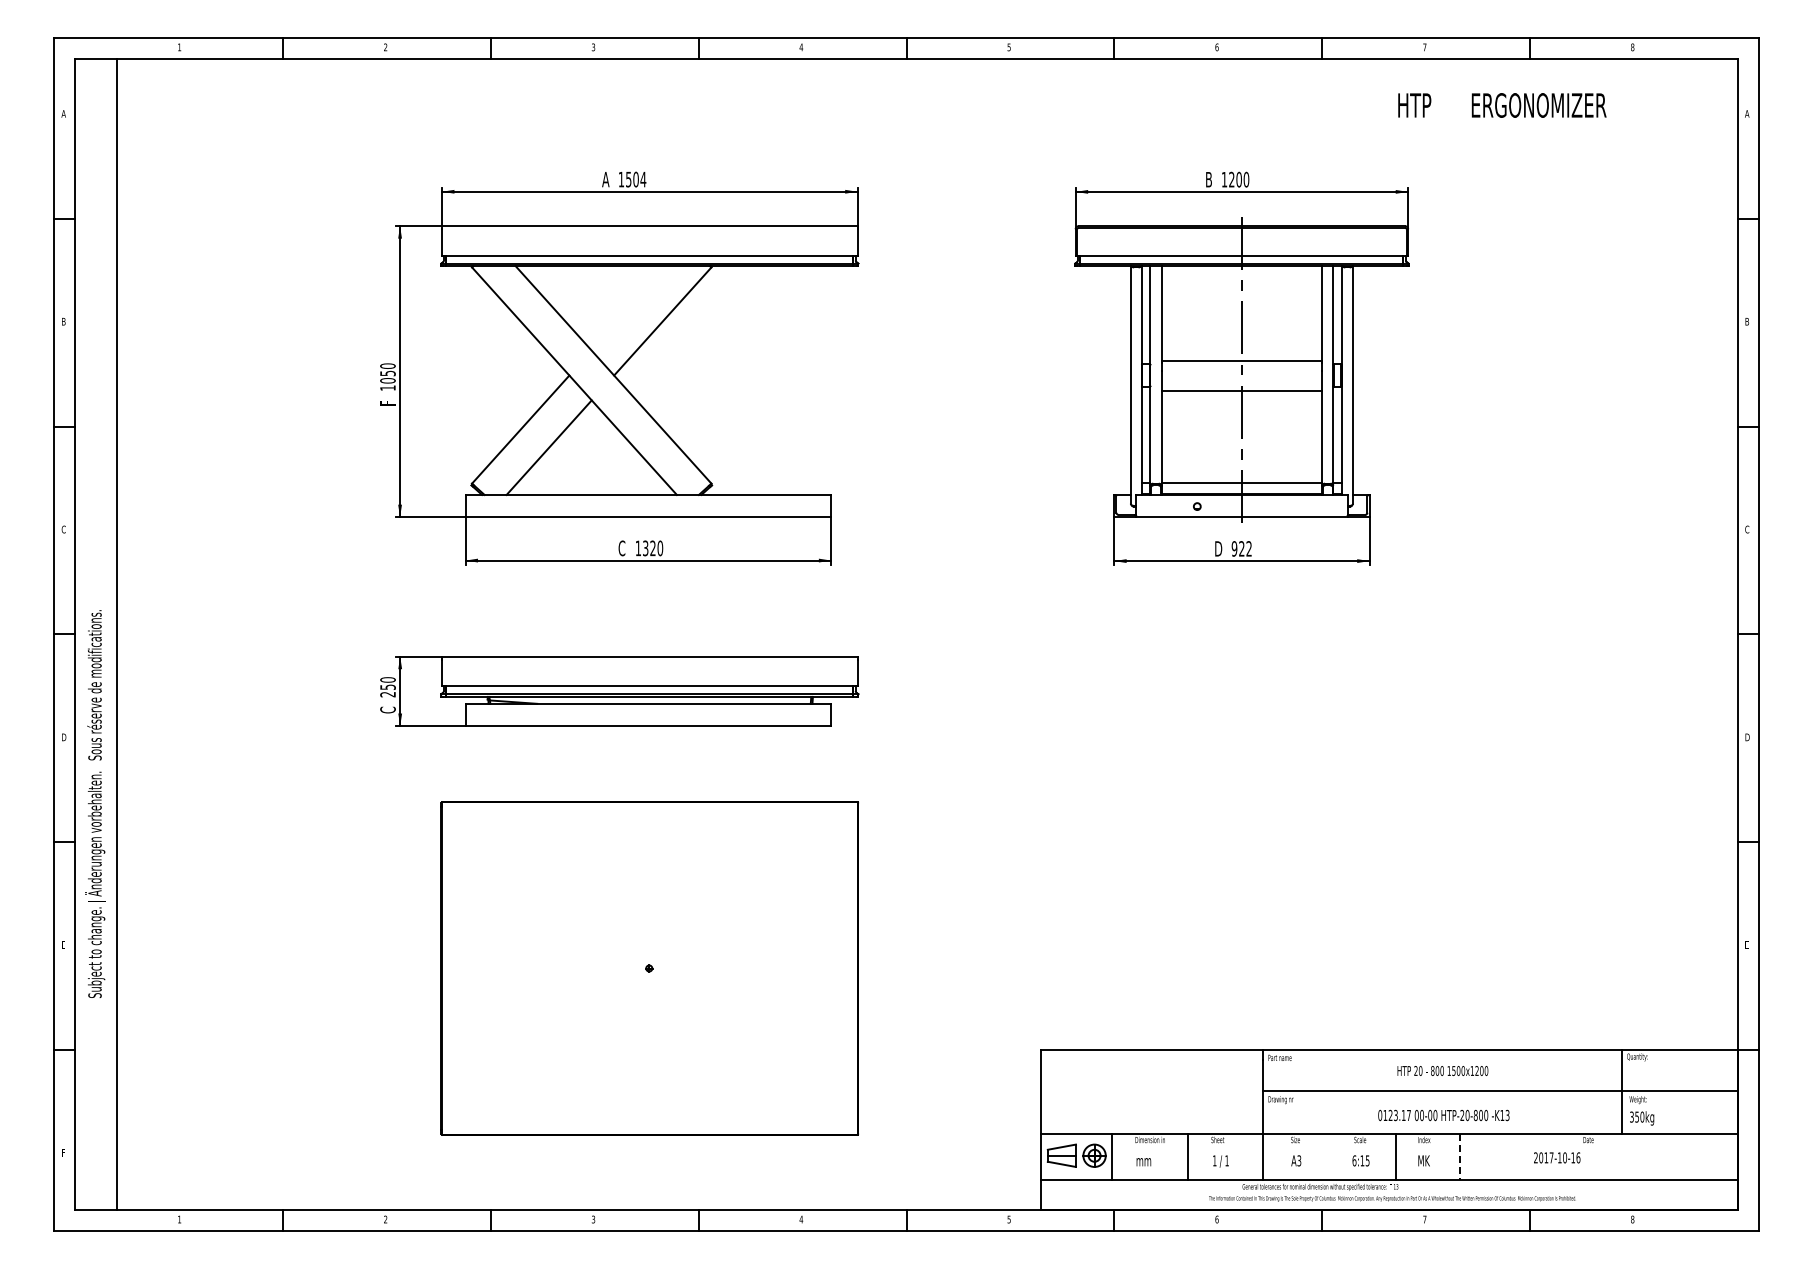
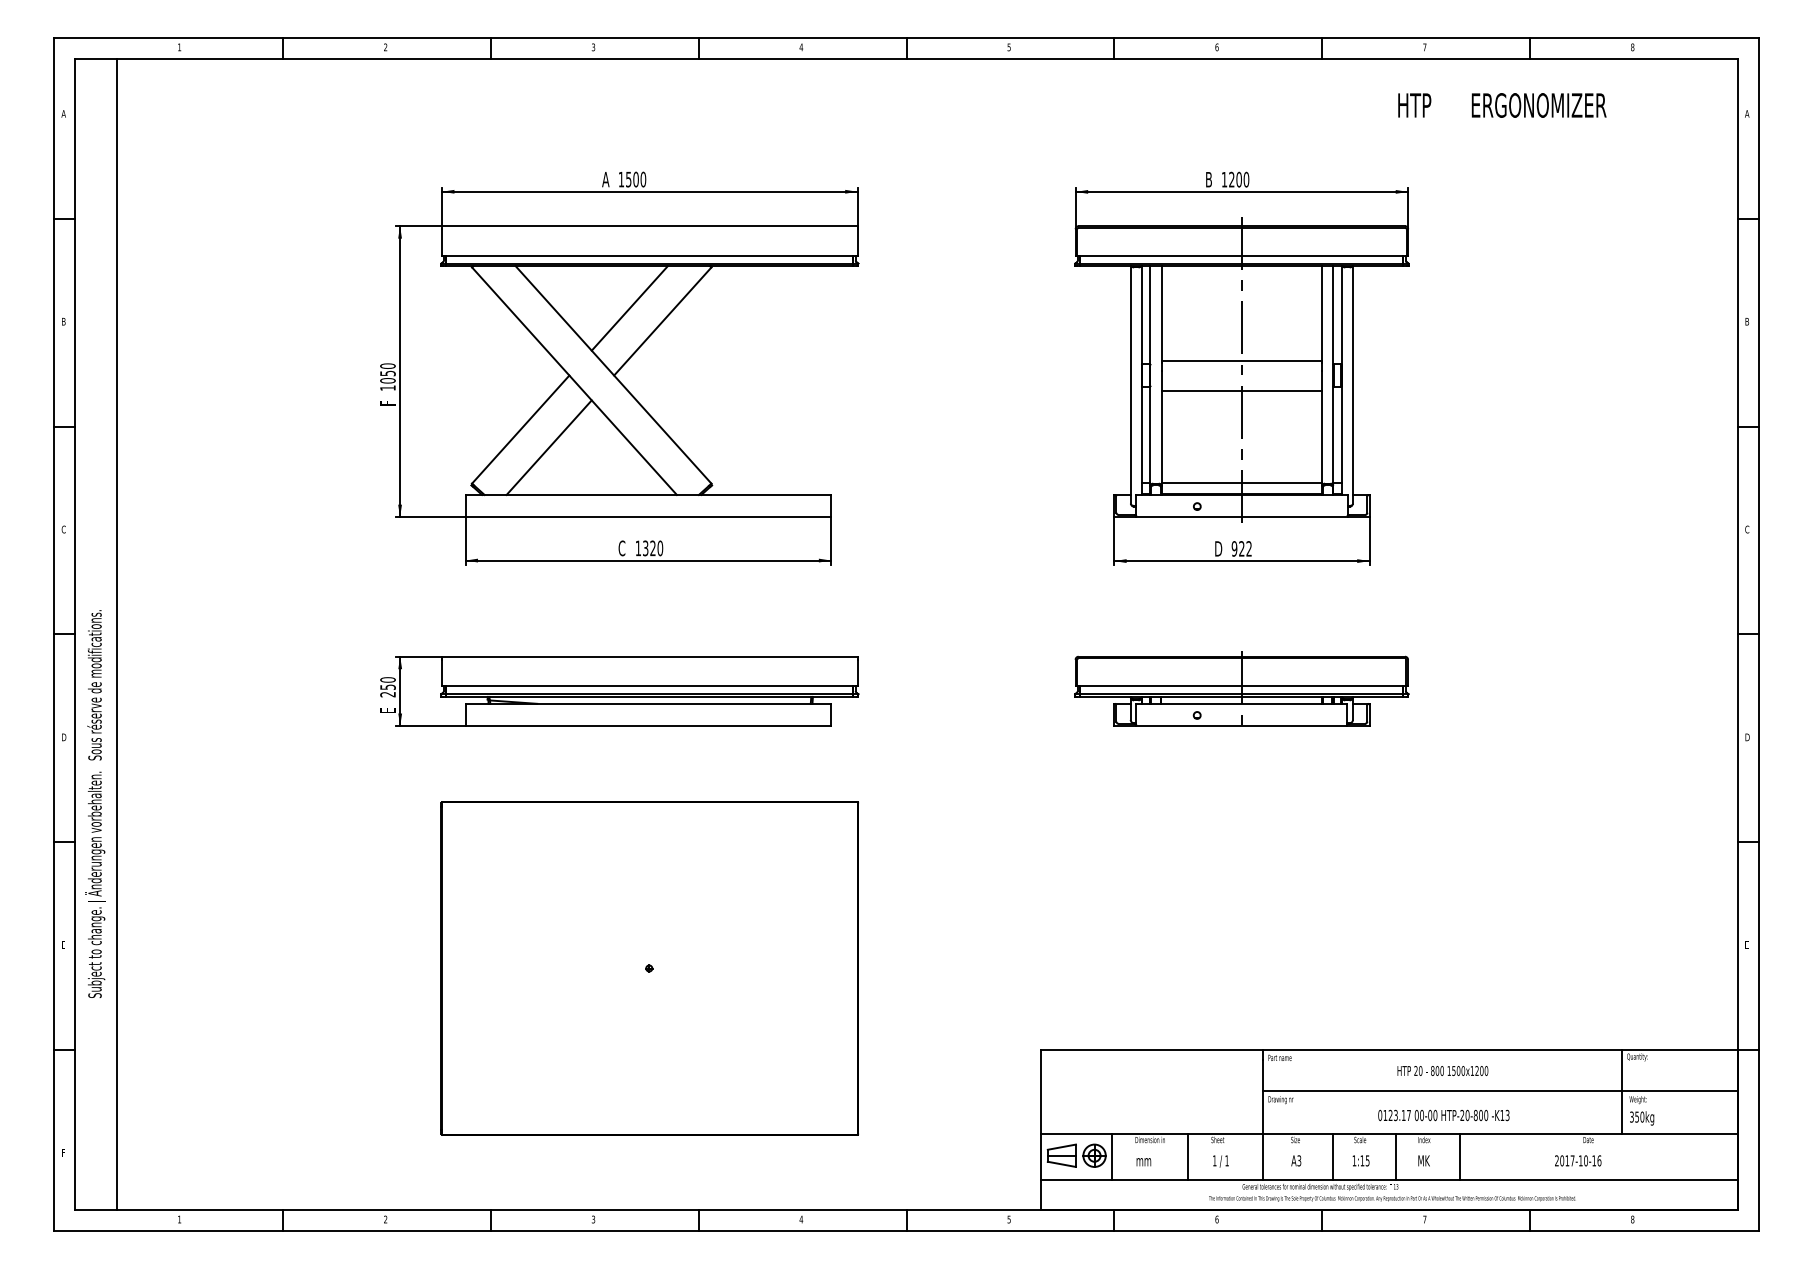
text at (643, 179): 1504 -> 1500
line at (629, 308): none -> present
part at (1241, 688): none -> present
text at (387, 709): C -> E
line at (1332, 1157): none -> present
line at (1459, 1157): dashed -> solid
text at (1557, 1157) position: (1557, 1157) -> (1578, 1160)
text at (1354, 1160): 6:15 -> 1:15
